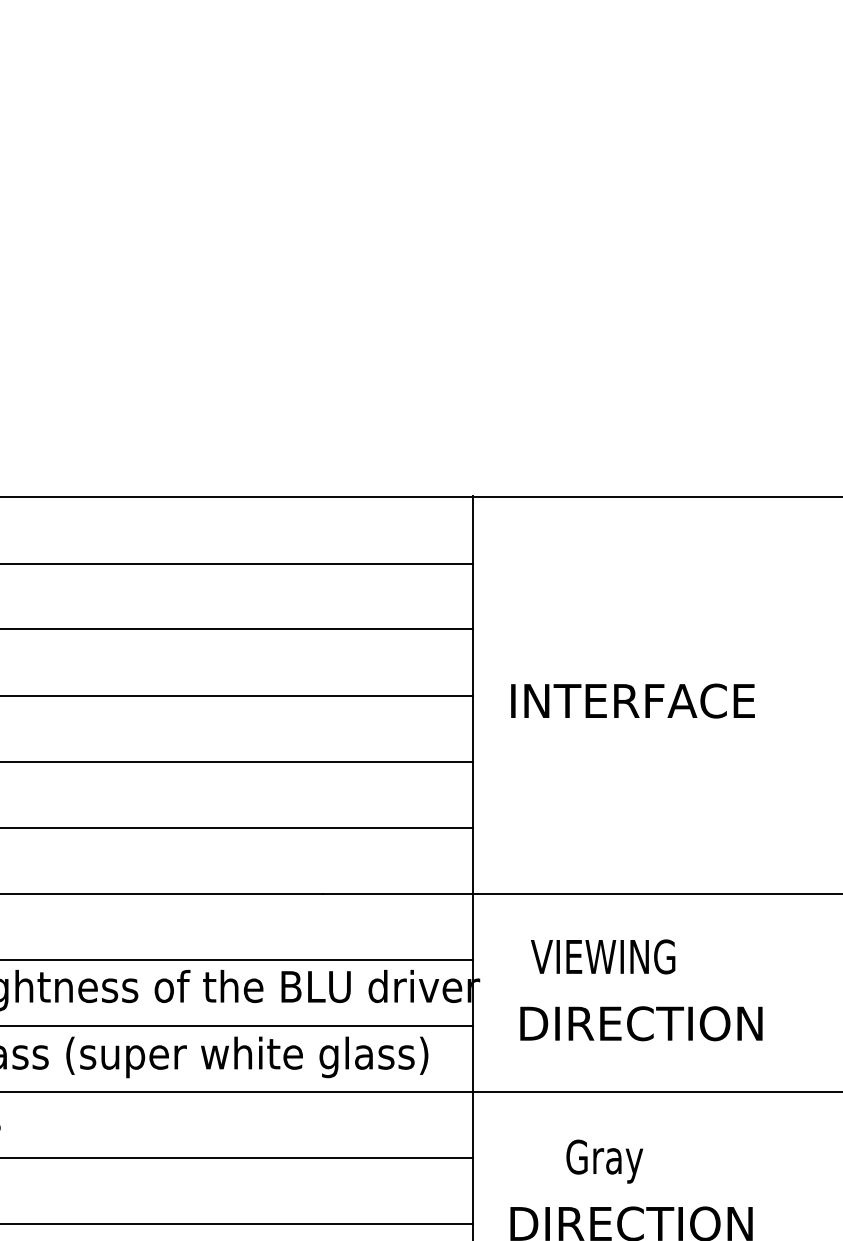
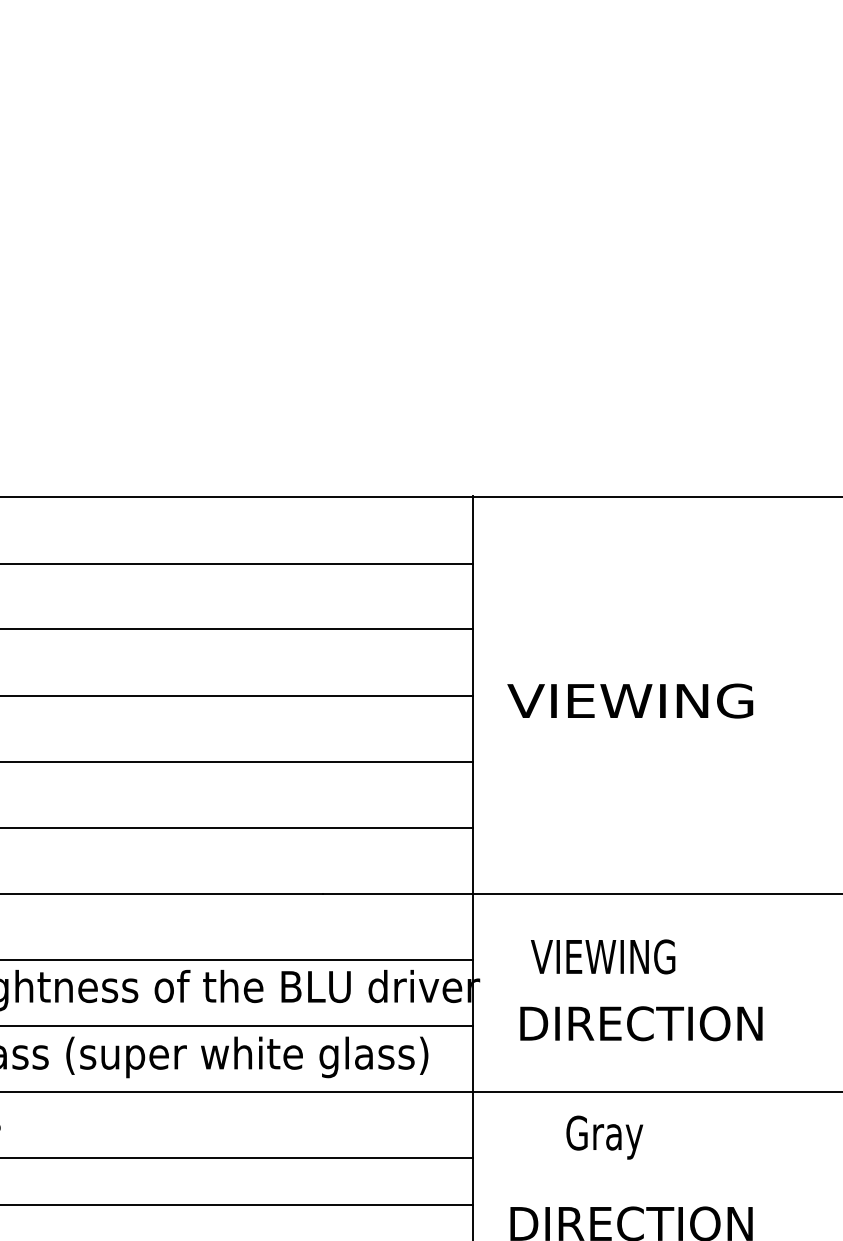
text at (630, 700): INTERFACE -> VIEWING
text at (604, 1161) position: (604, 1161) -> (604, 1137)
line at (237, 1224) position: (237, 1224) -> (237, 1205)
